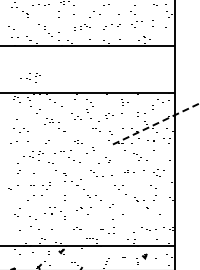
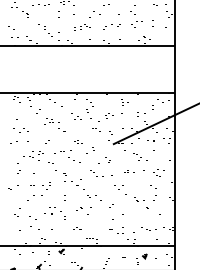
part at (30, 77): present -> none
line at (156, 123): dashed -> solid
part at (107, 230) position: (107, 230) -> (116, 230)
